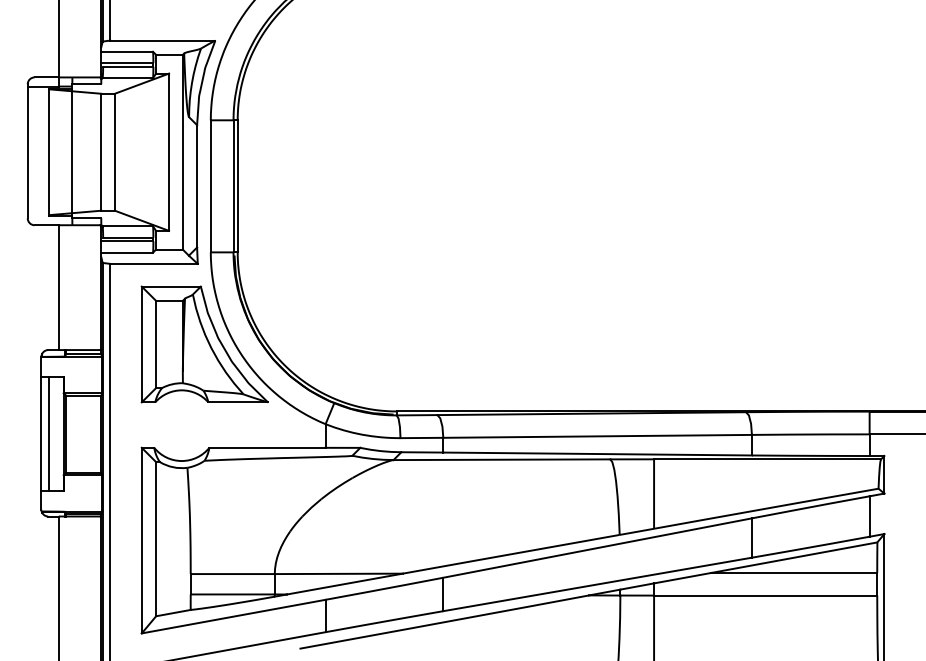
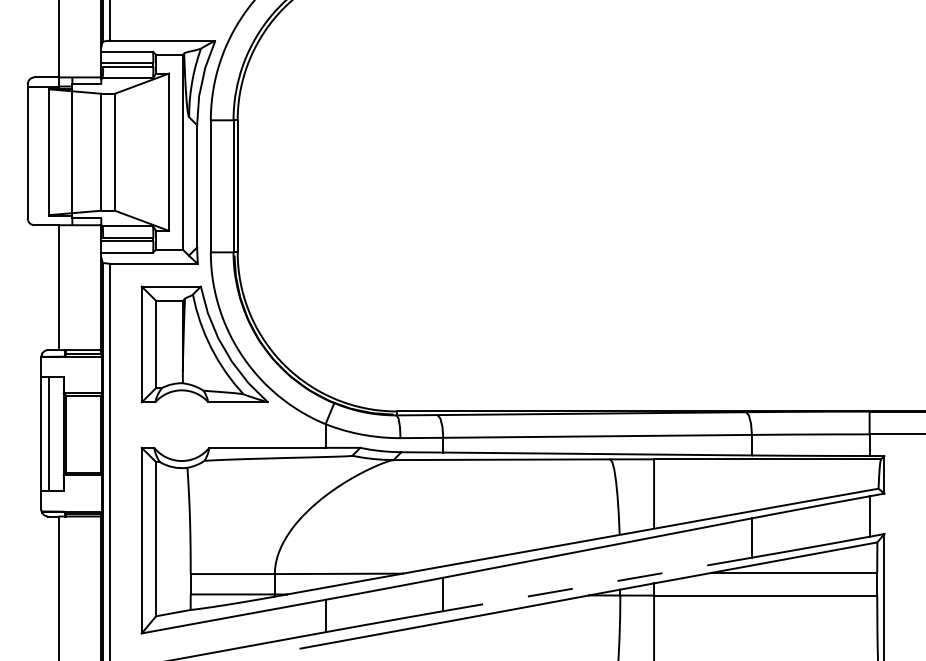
line at (597, 584): solid -> dashed
